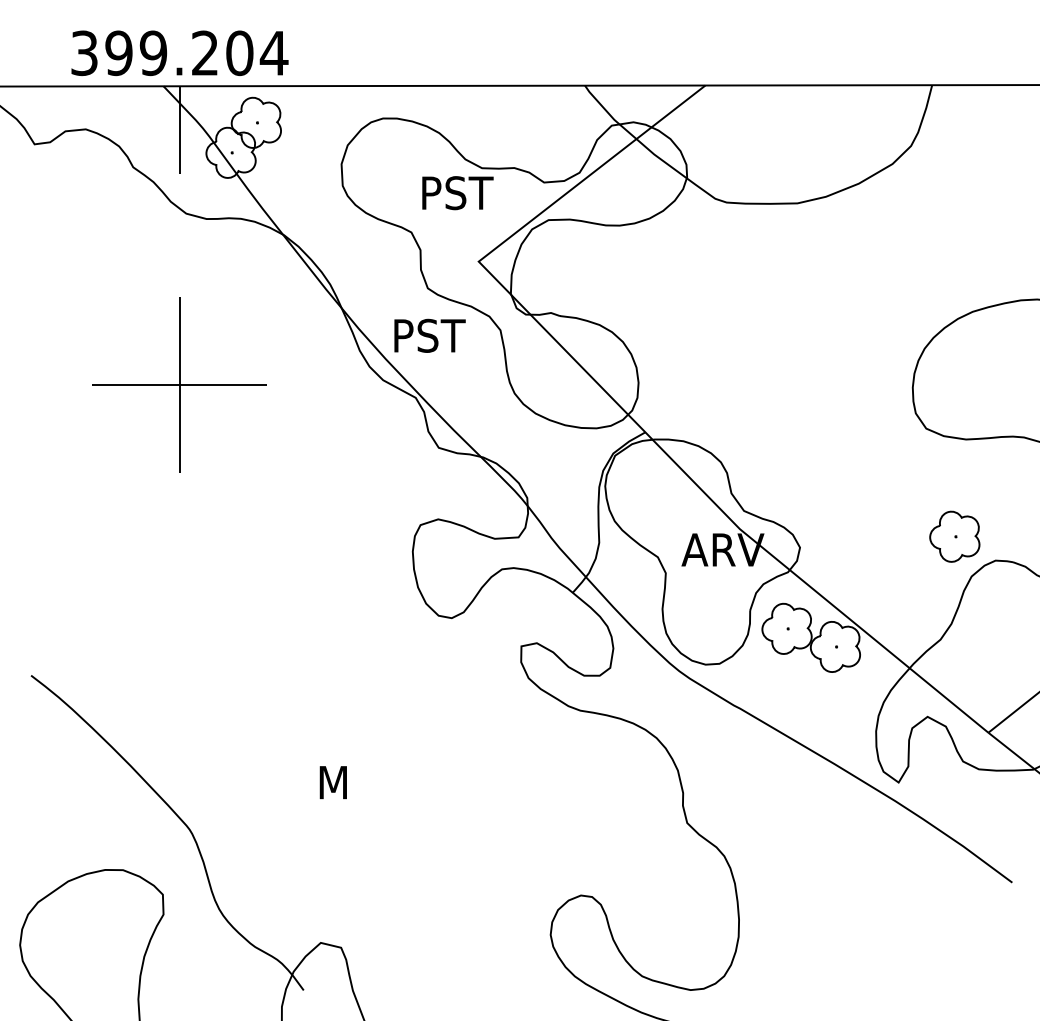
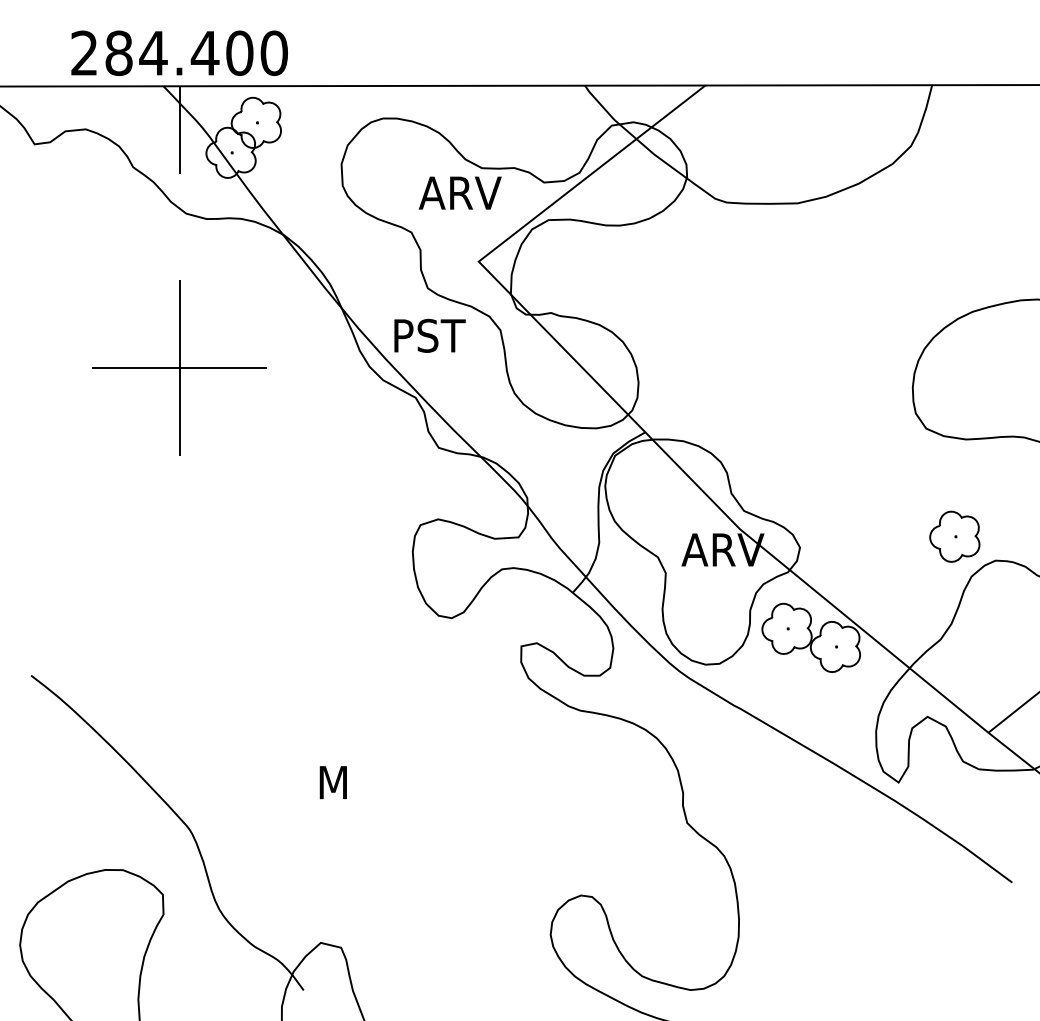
text at (179, 53): 399.204 -> 284.400
text at (459, 193): PST -> ARV
part at (179, 384) position: (179, 384) -> (179, 367)
